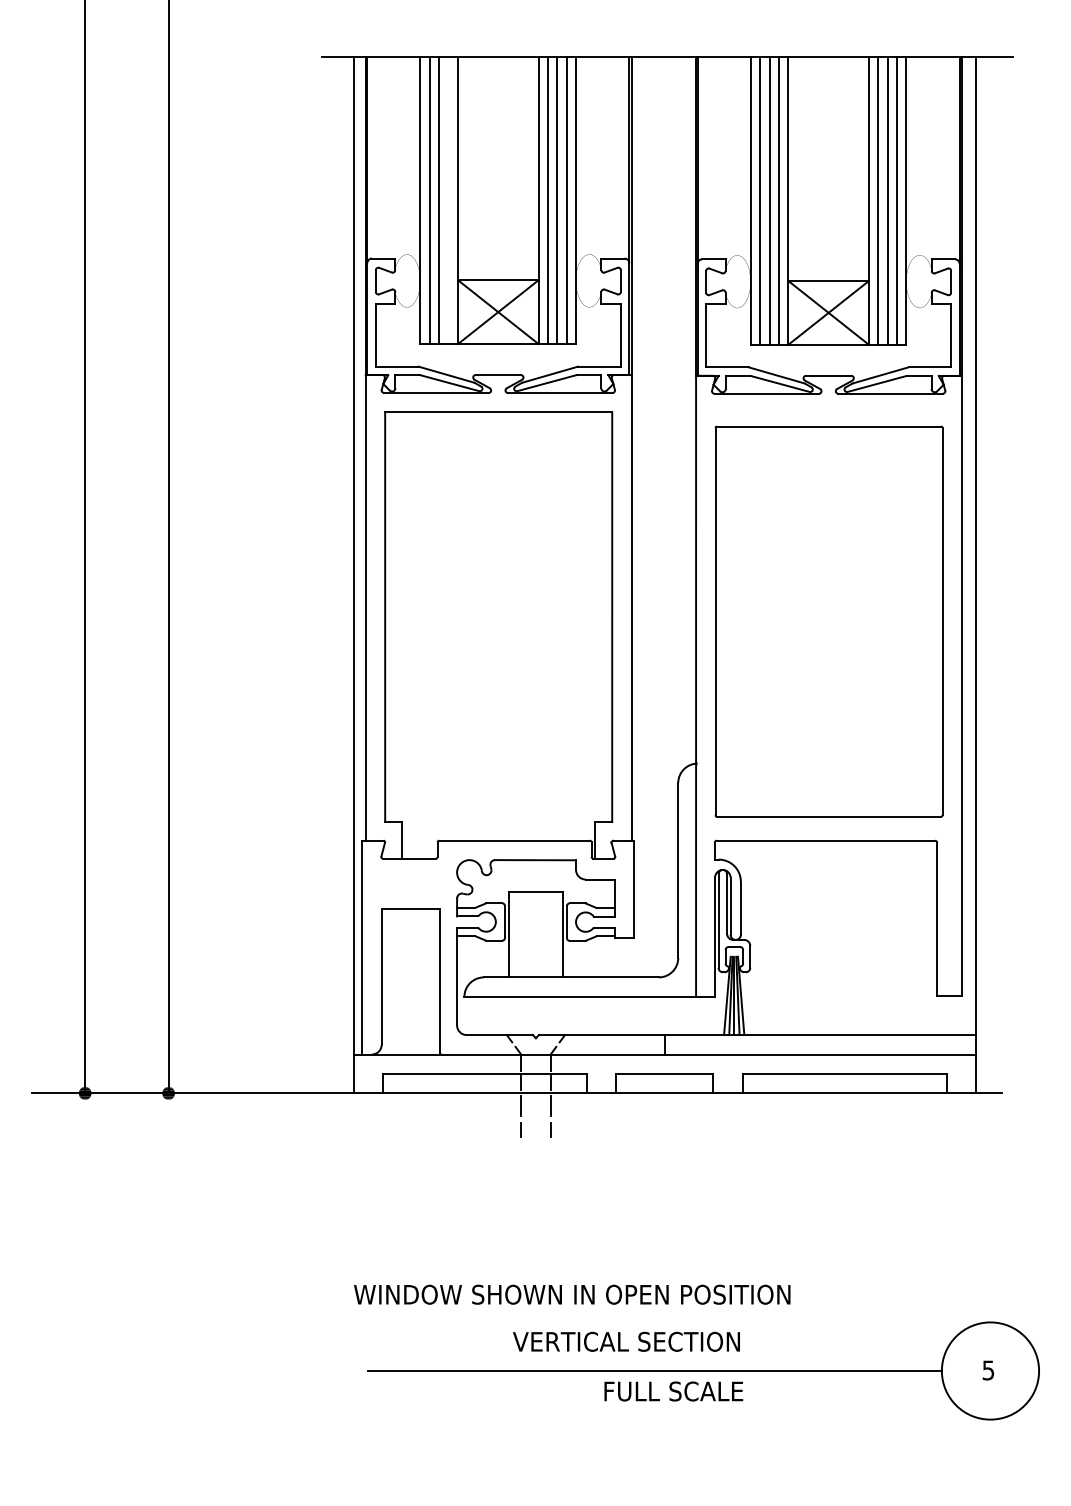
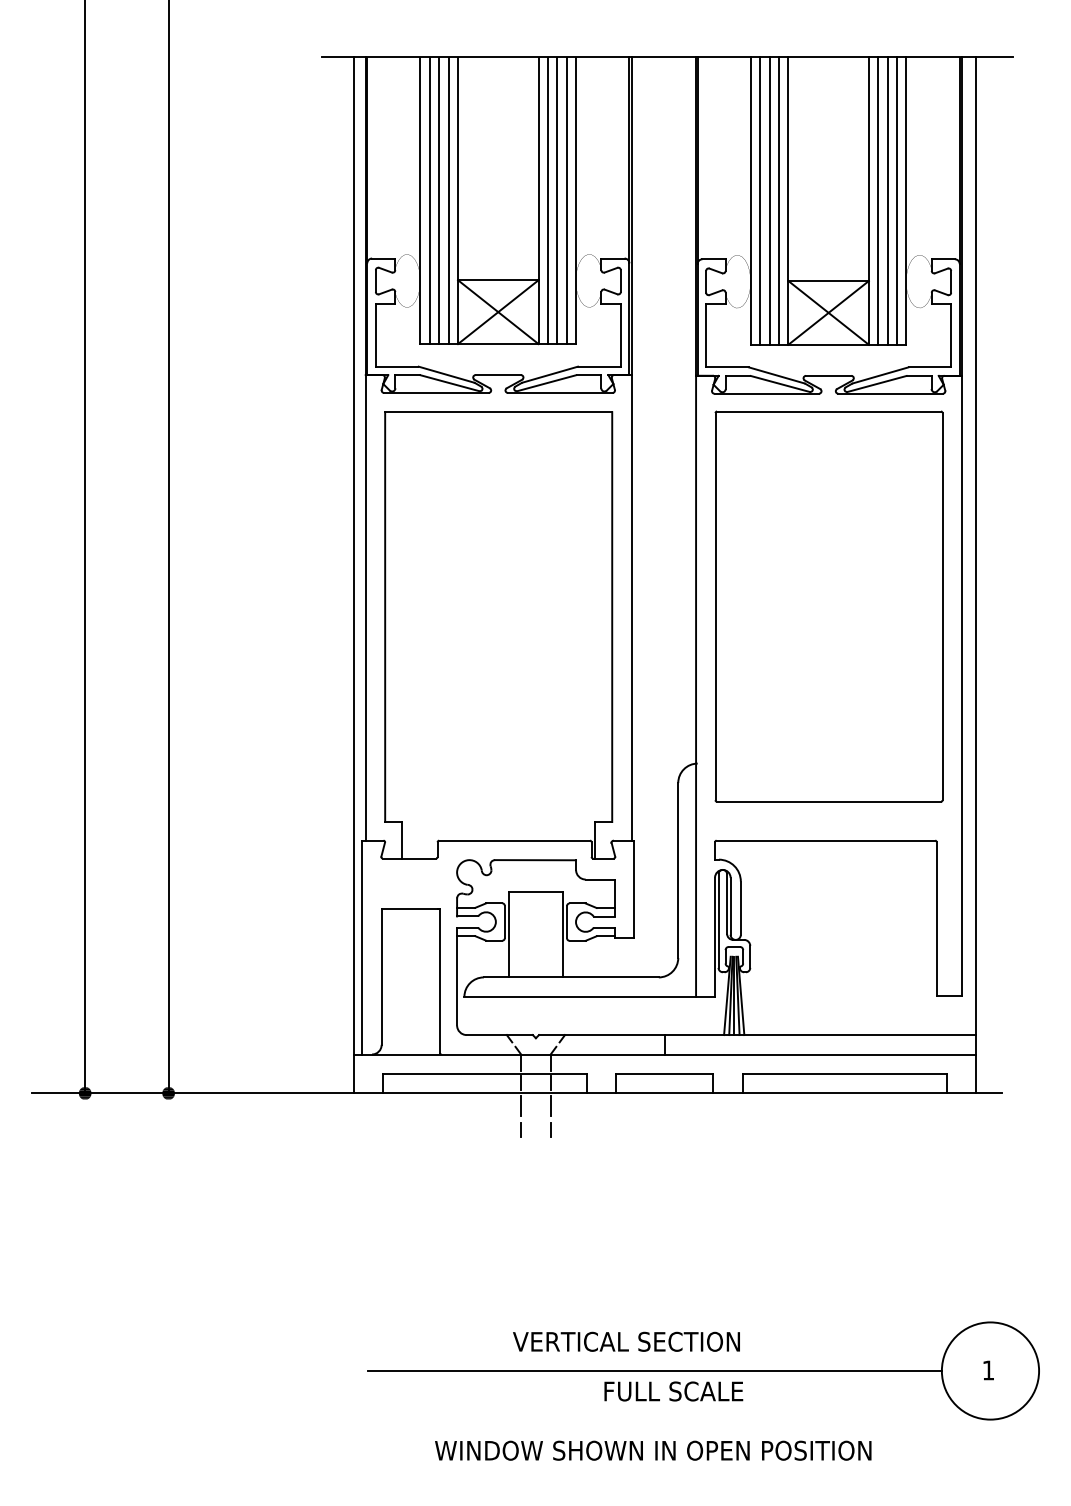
line at (448, 200): none -> present
part at (828, 621) position: (828, 621) -> (828, 606)
text at (572, 1294) position: (572, 1294) -> (653, 1450)
text at (988, 1370): 5 -> 1
